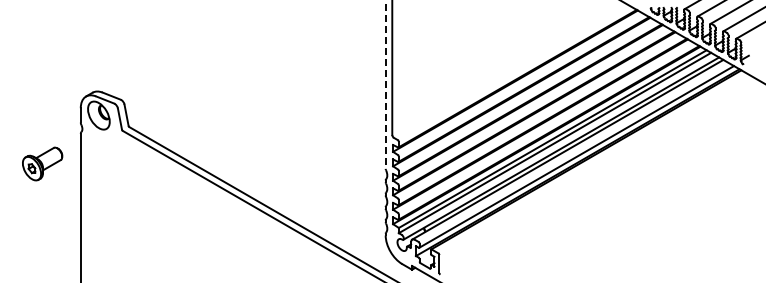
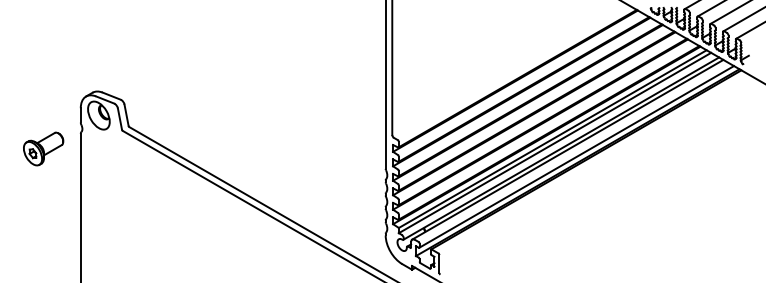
line at (385, 85): dashed -> solid
part at (42, 163) position: (42, 163) -> (43, 148)
